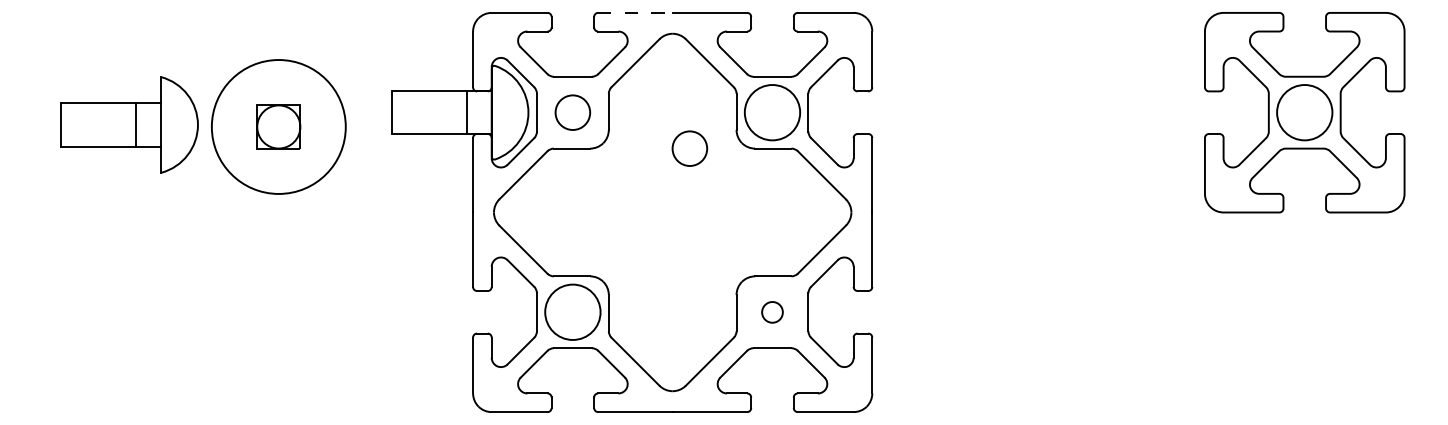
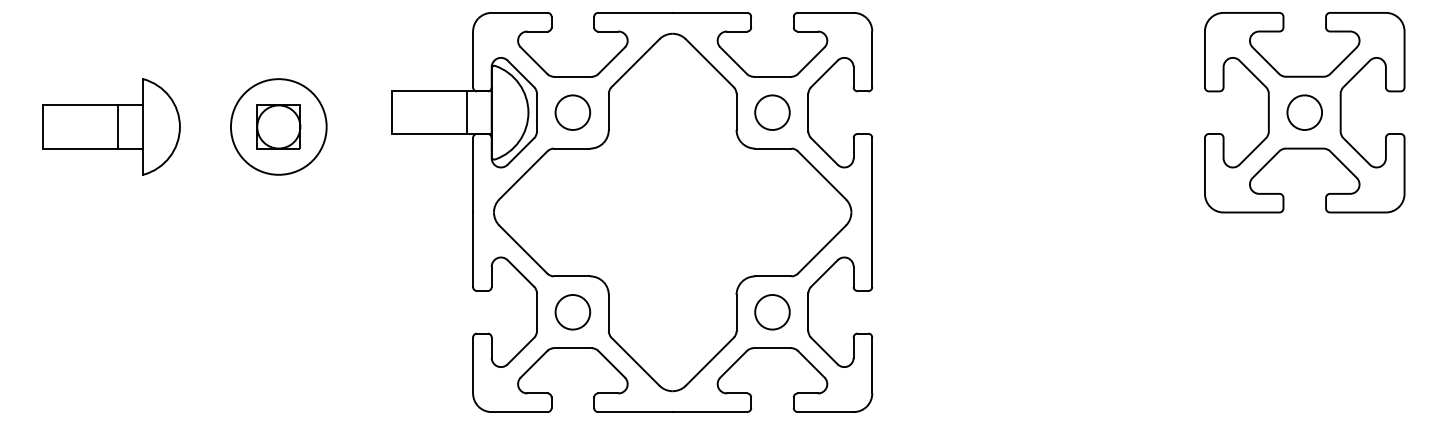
line at (635, 12): dashed -> solid
circle at (772, 112) diameter: 55 px -> 35 px
circle at (1304, 112) diameter: 55 px -> 35 px
part at (129, 124) position: (129, 124) -> (111, 126)
circle at (278, 126) diameter: 134 px -> 96 px
circle at (689, 148): present -> none
circle at (572, 311) diameter: 55 px -> 35 px
circle at (772, 312) size: 23x23 px -> 37x37 px
